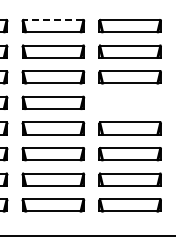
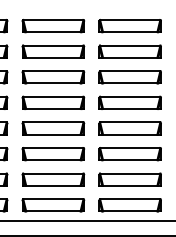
line at (52, 19): dashed -> solid
part at (129, 102): none -> present
line at (87, 221): none -> present
